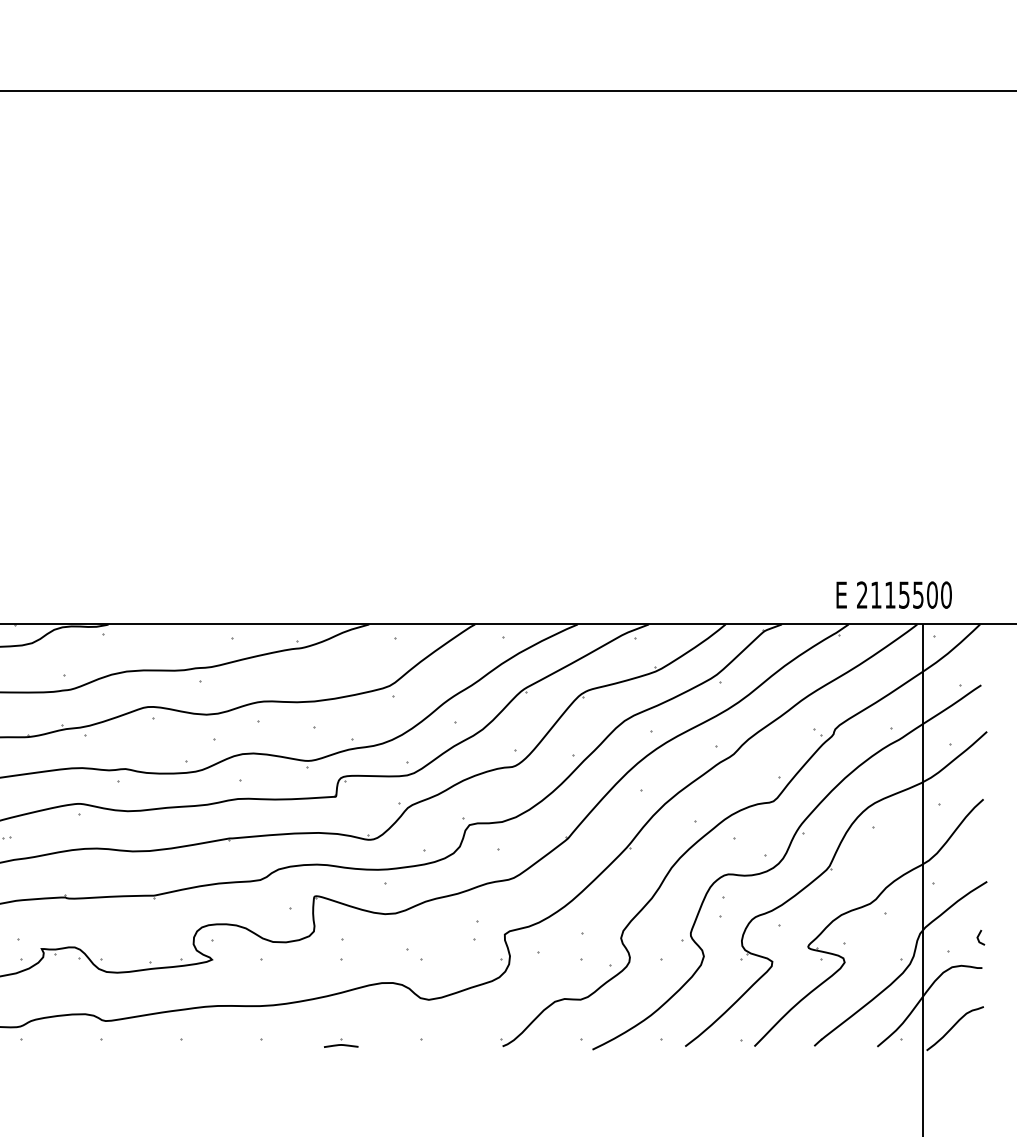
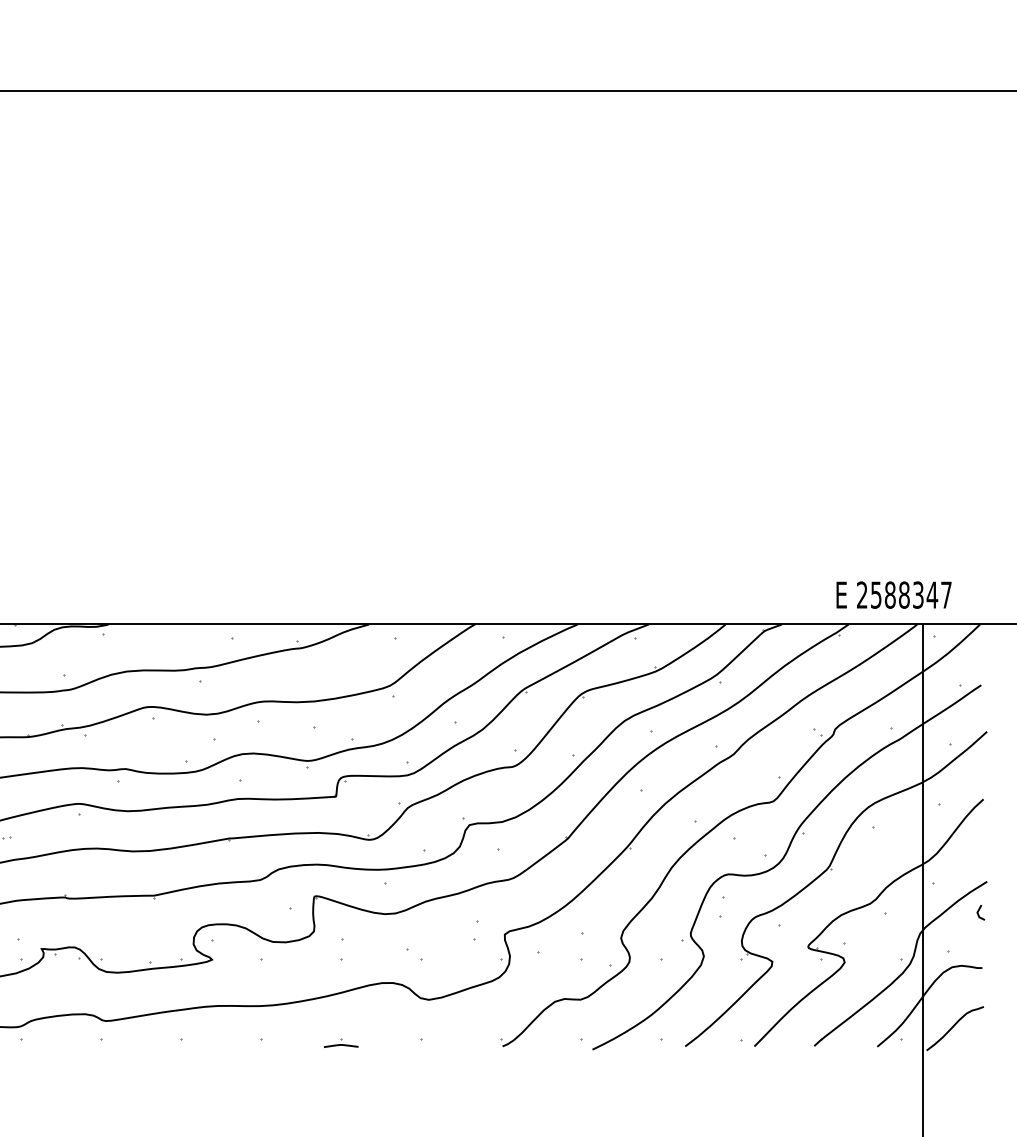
text at (911, 594): 2115500 -> 2588347
line at (979, 936) position: (979, 936) -> (979, 911)
